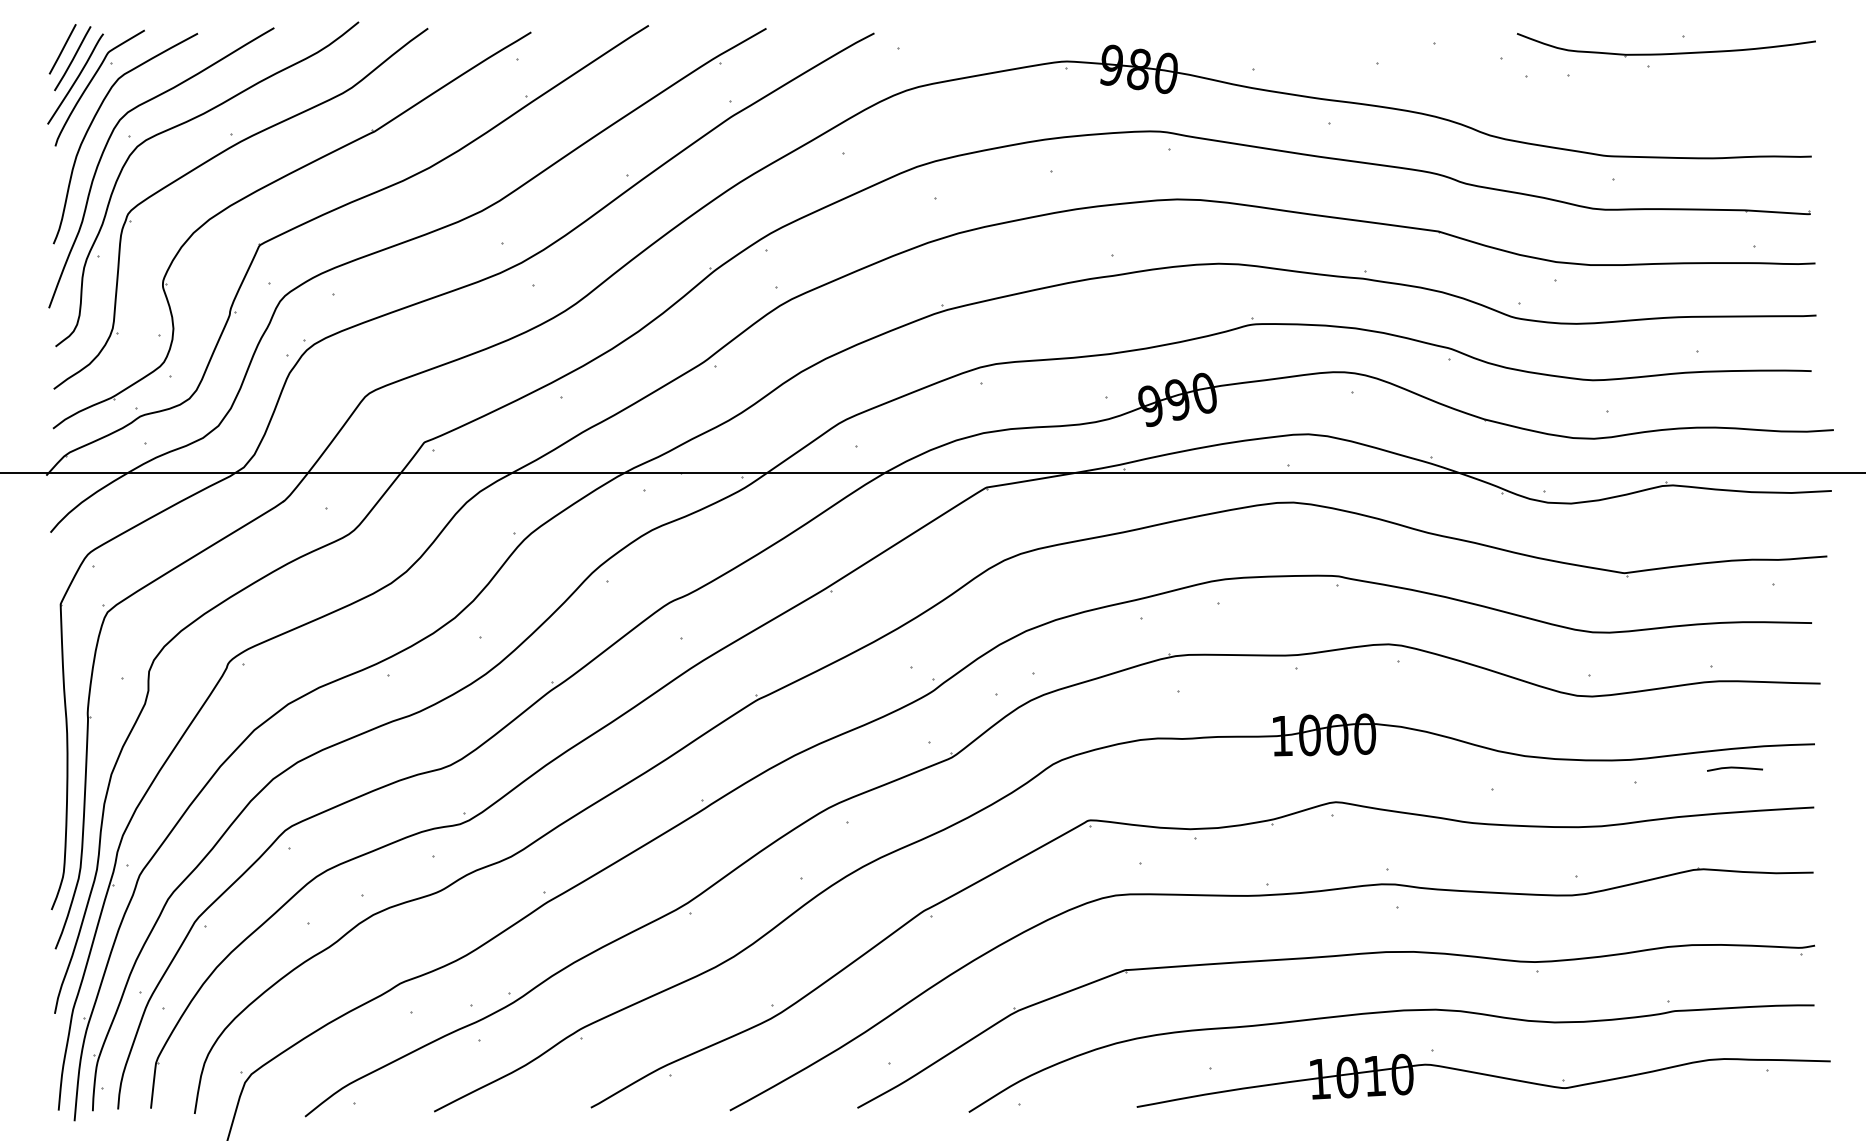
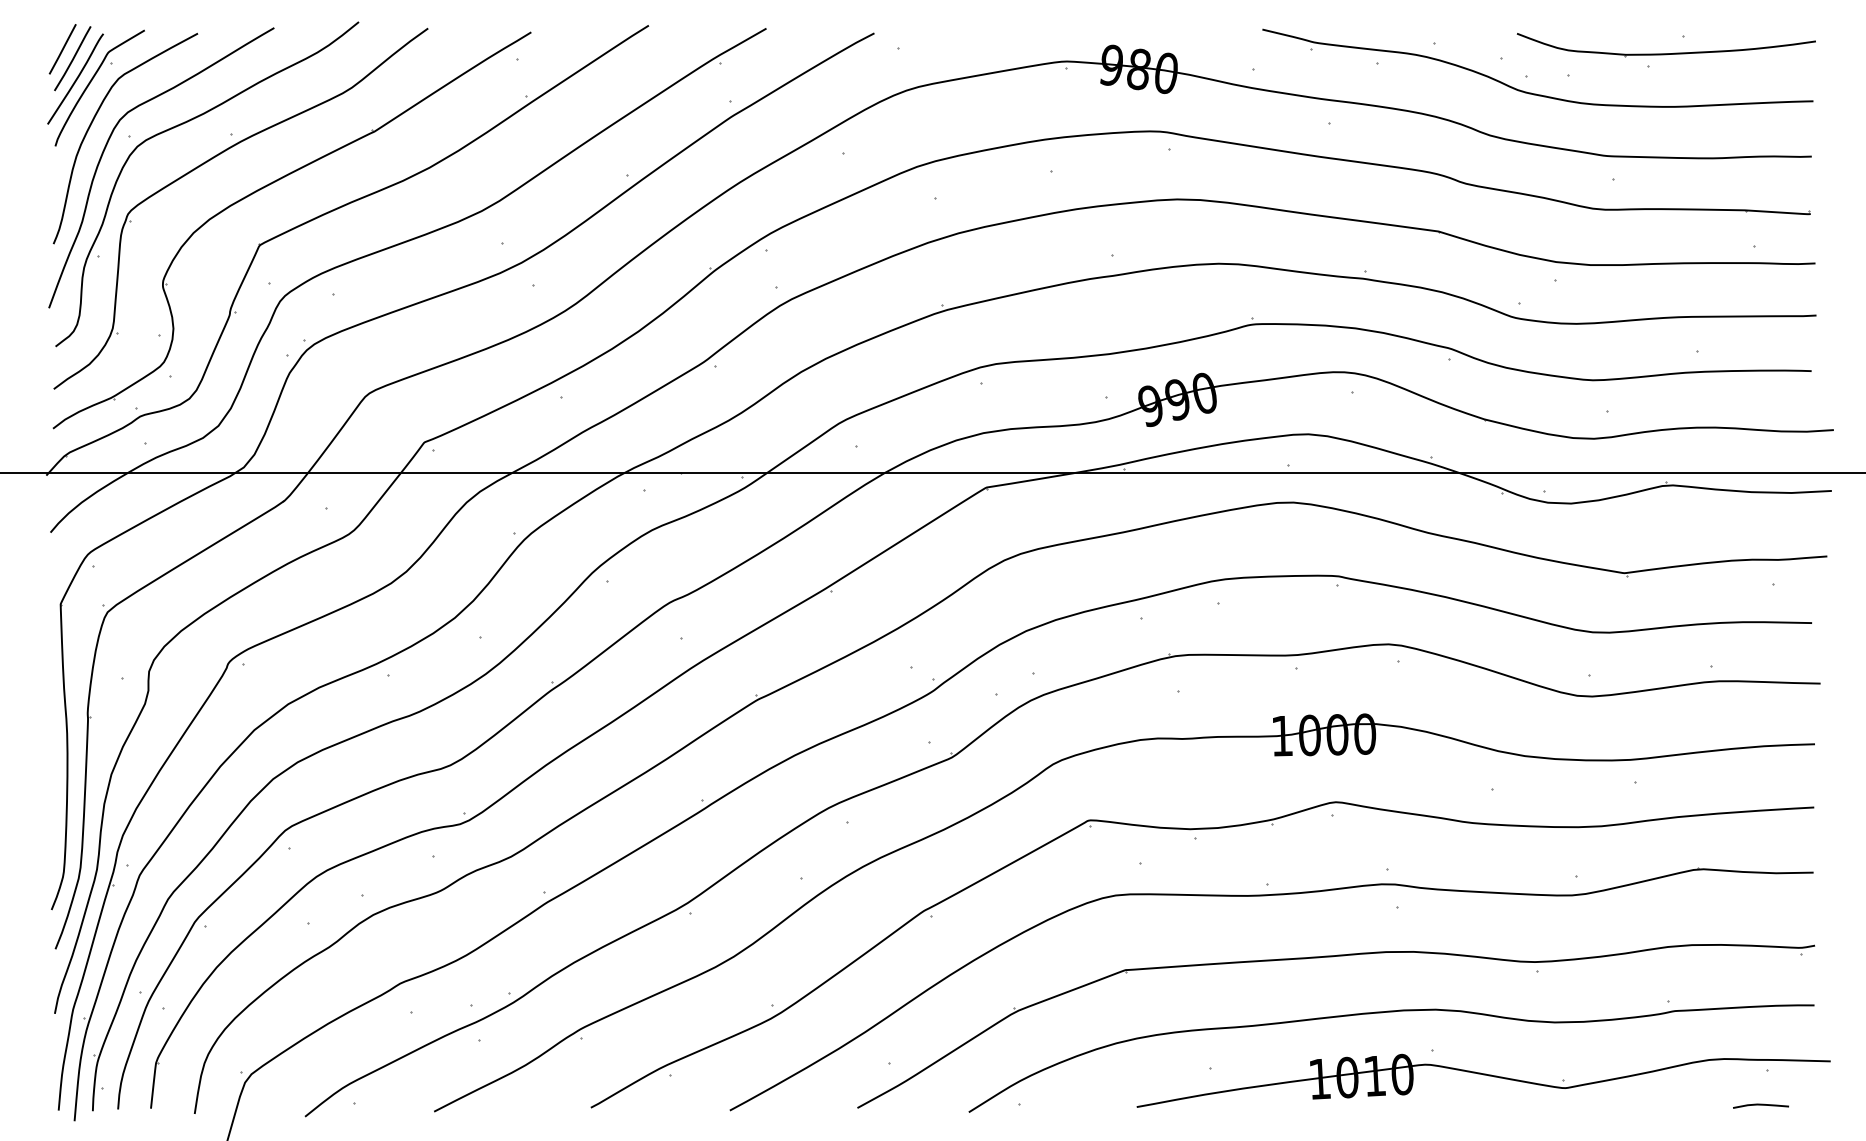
part at (1531, 92): none -> present
curve at (1734, 768) position: (1734, 768) -> (1760, 1105)
